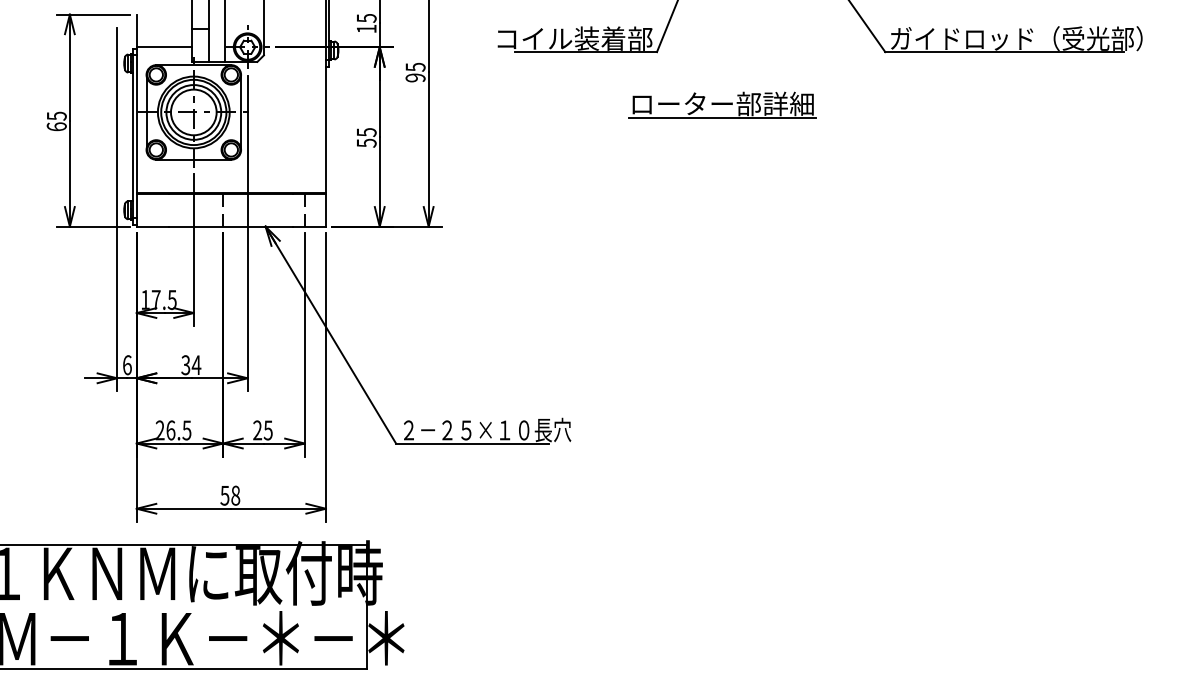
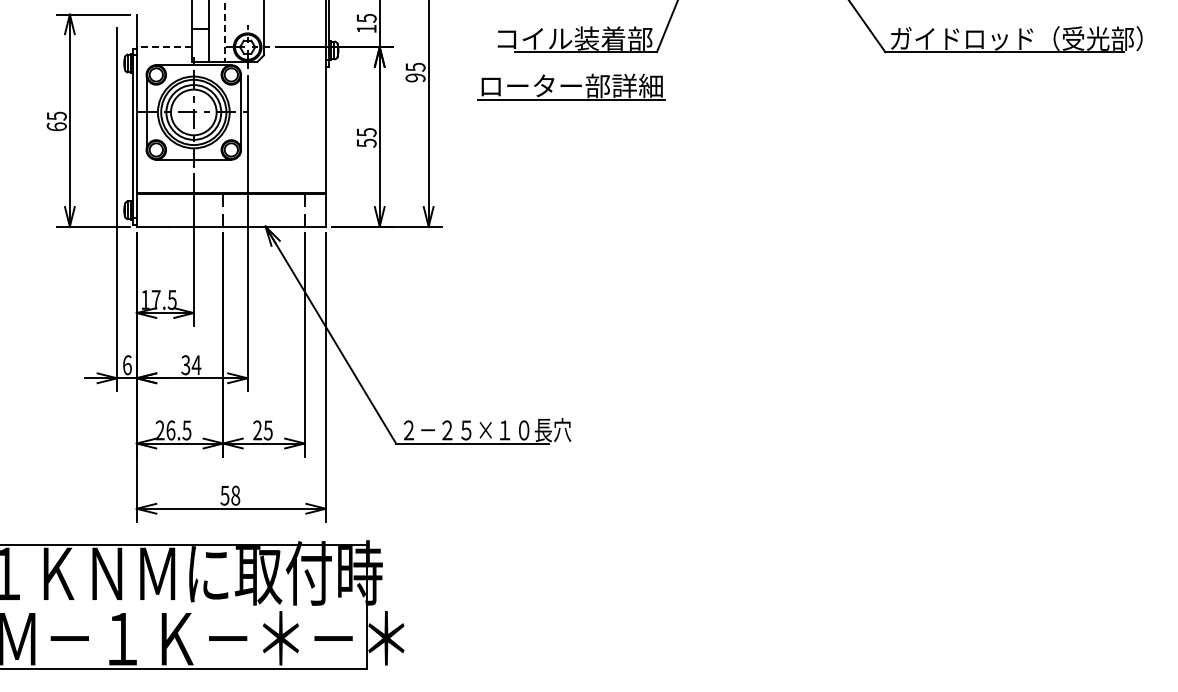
line at (224, 30): solid -> dashed
line at (164, 47): solid -> dashed
part at (722, 104) position: (722, 104) -> (571, 86)
